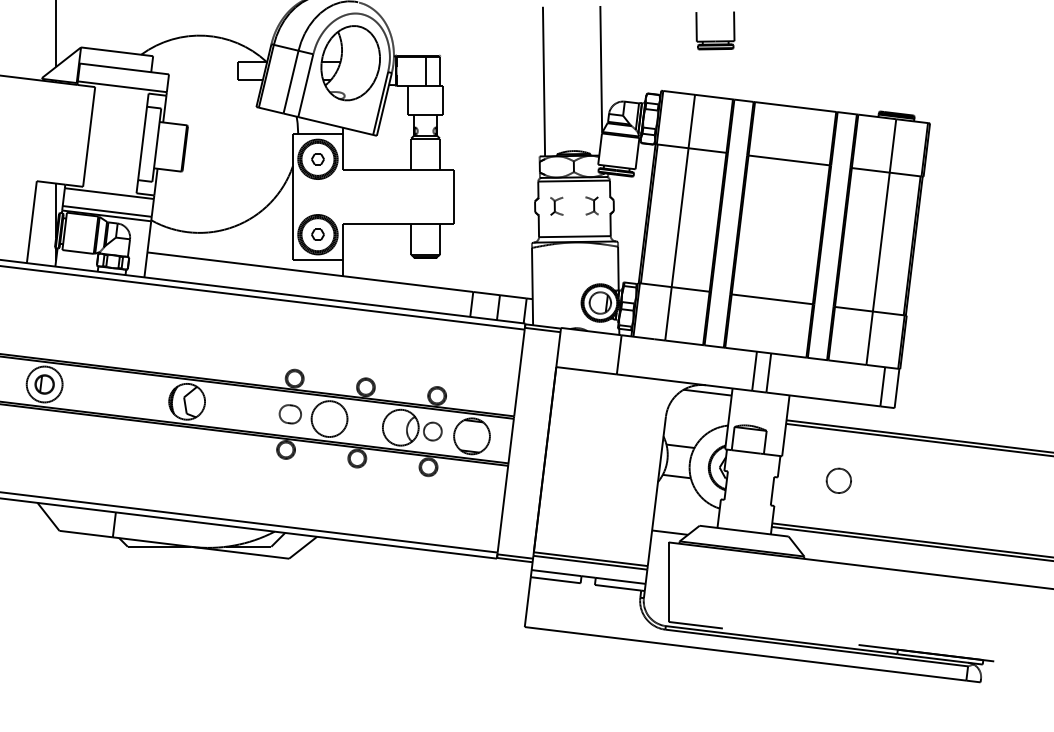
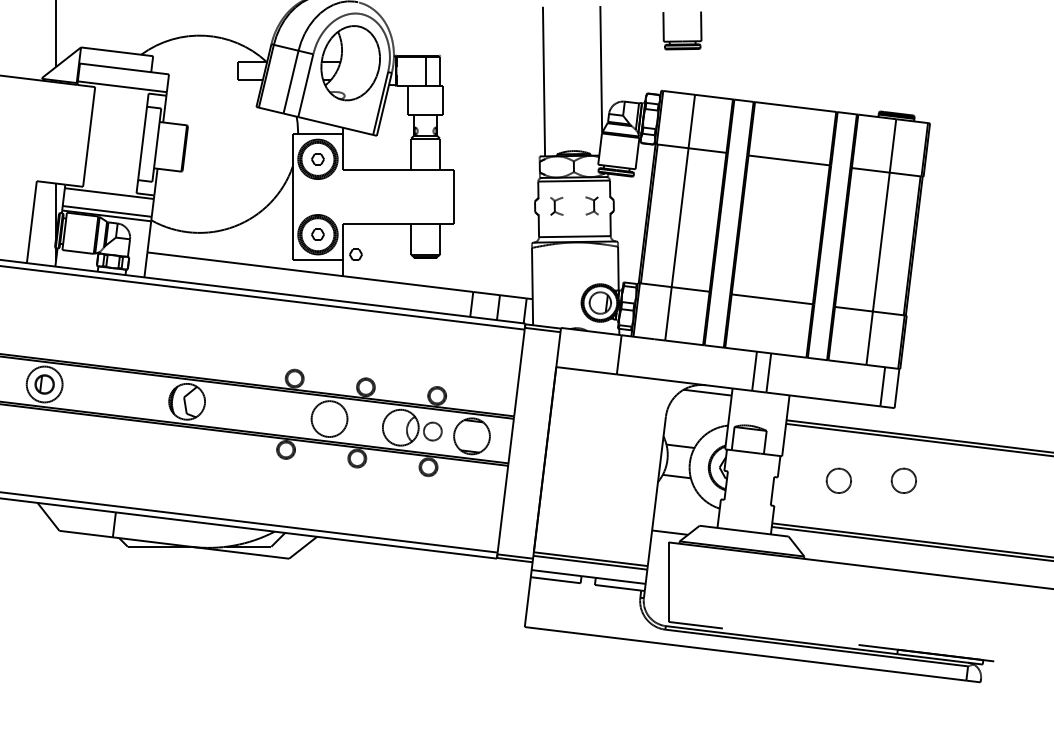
part at (715, 40) position: (715, 40) -> (682, 40)
part at (355, 254): none -> present
part at (289, 414): present -> none
circle at (903, 480): none -> present
